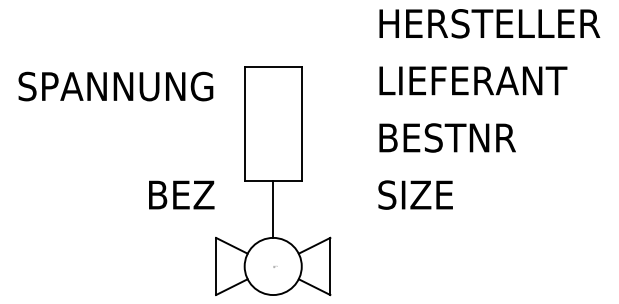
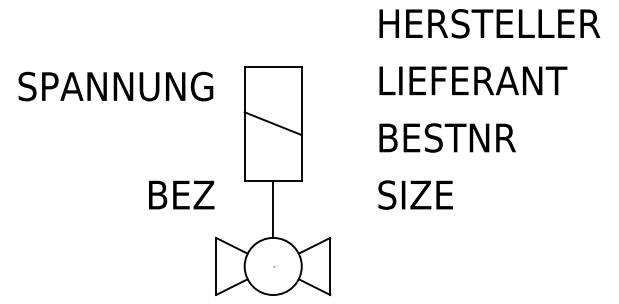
line at (272, 123): none -> present
